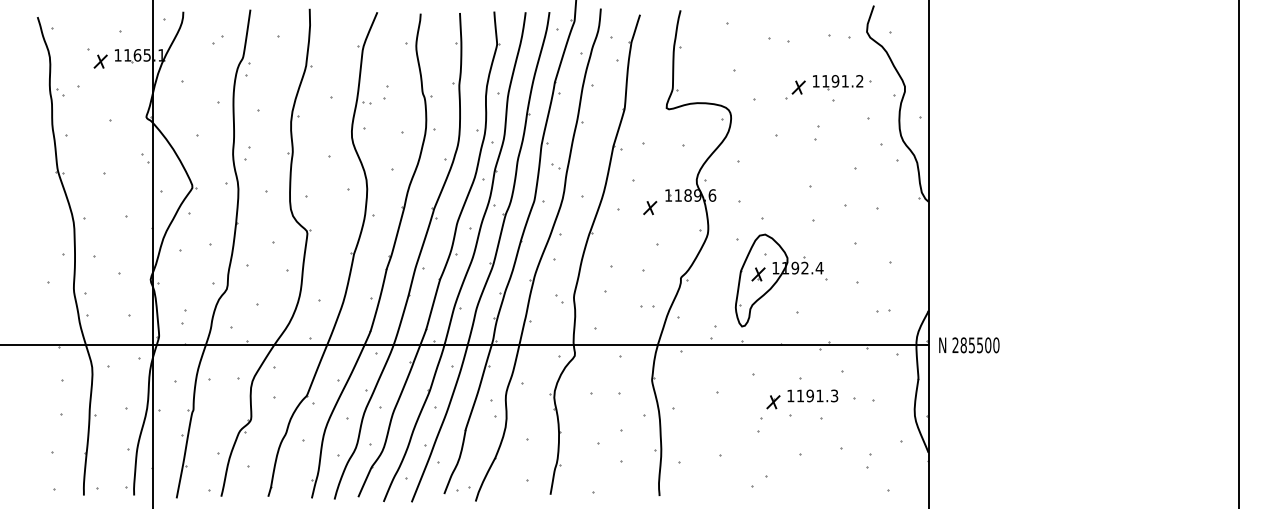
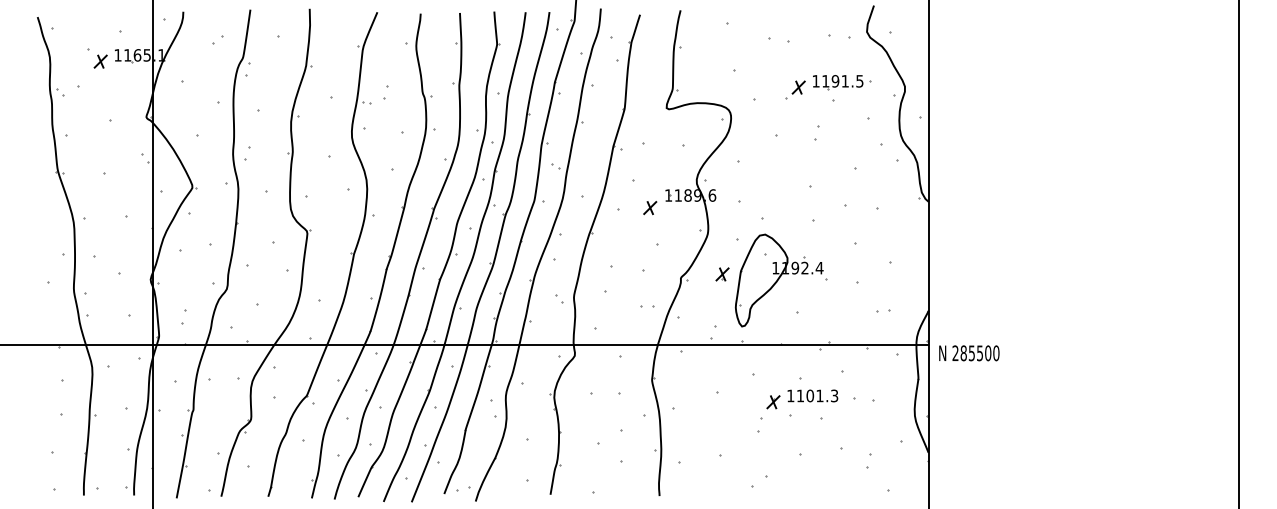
text at (859, 81): 1191.2 -> 1191.5
part at (758, 274) position: (758, 274) -> (722, 274)
text at (969, 345) position: (969, 345) -> (969, 353)
text at (809, 396): 1191.3 -> 1101.3
